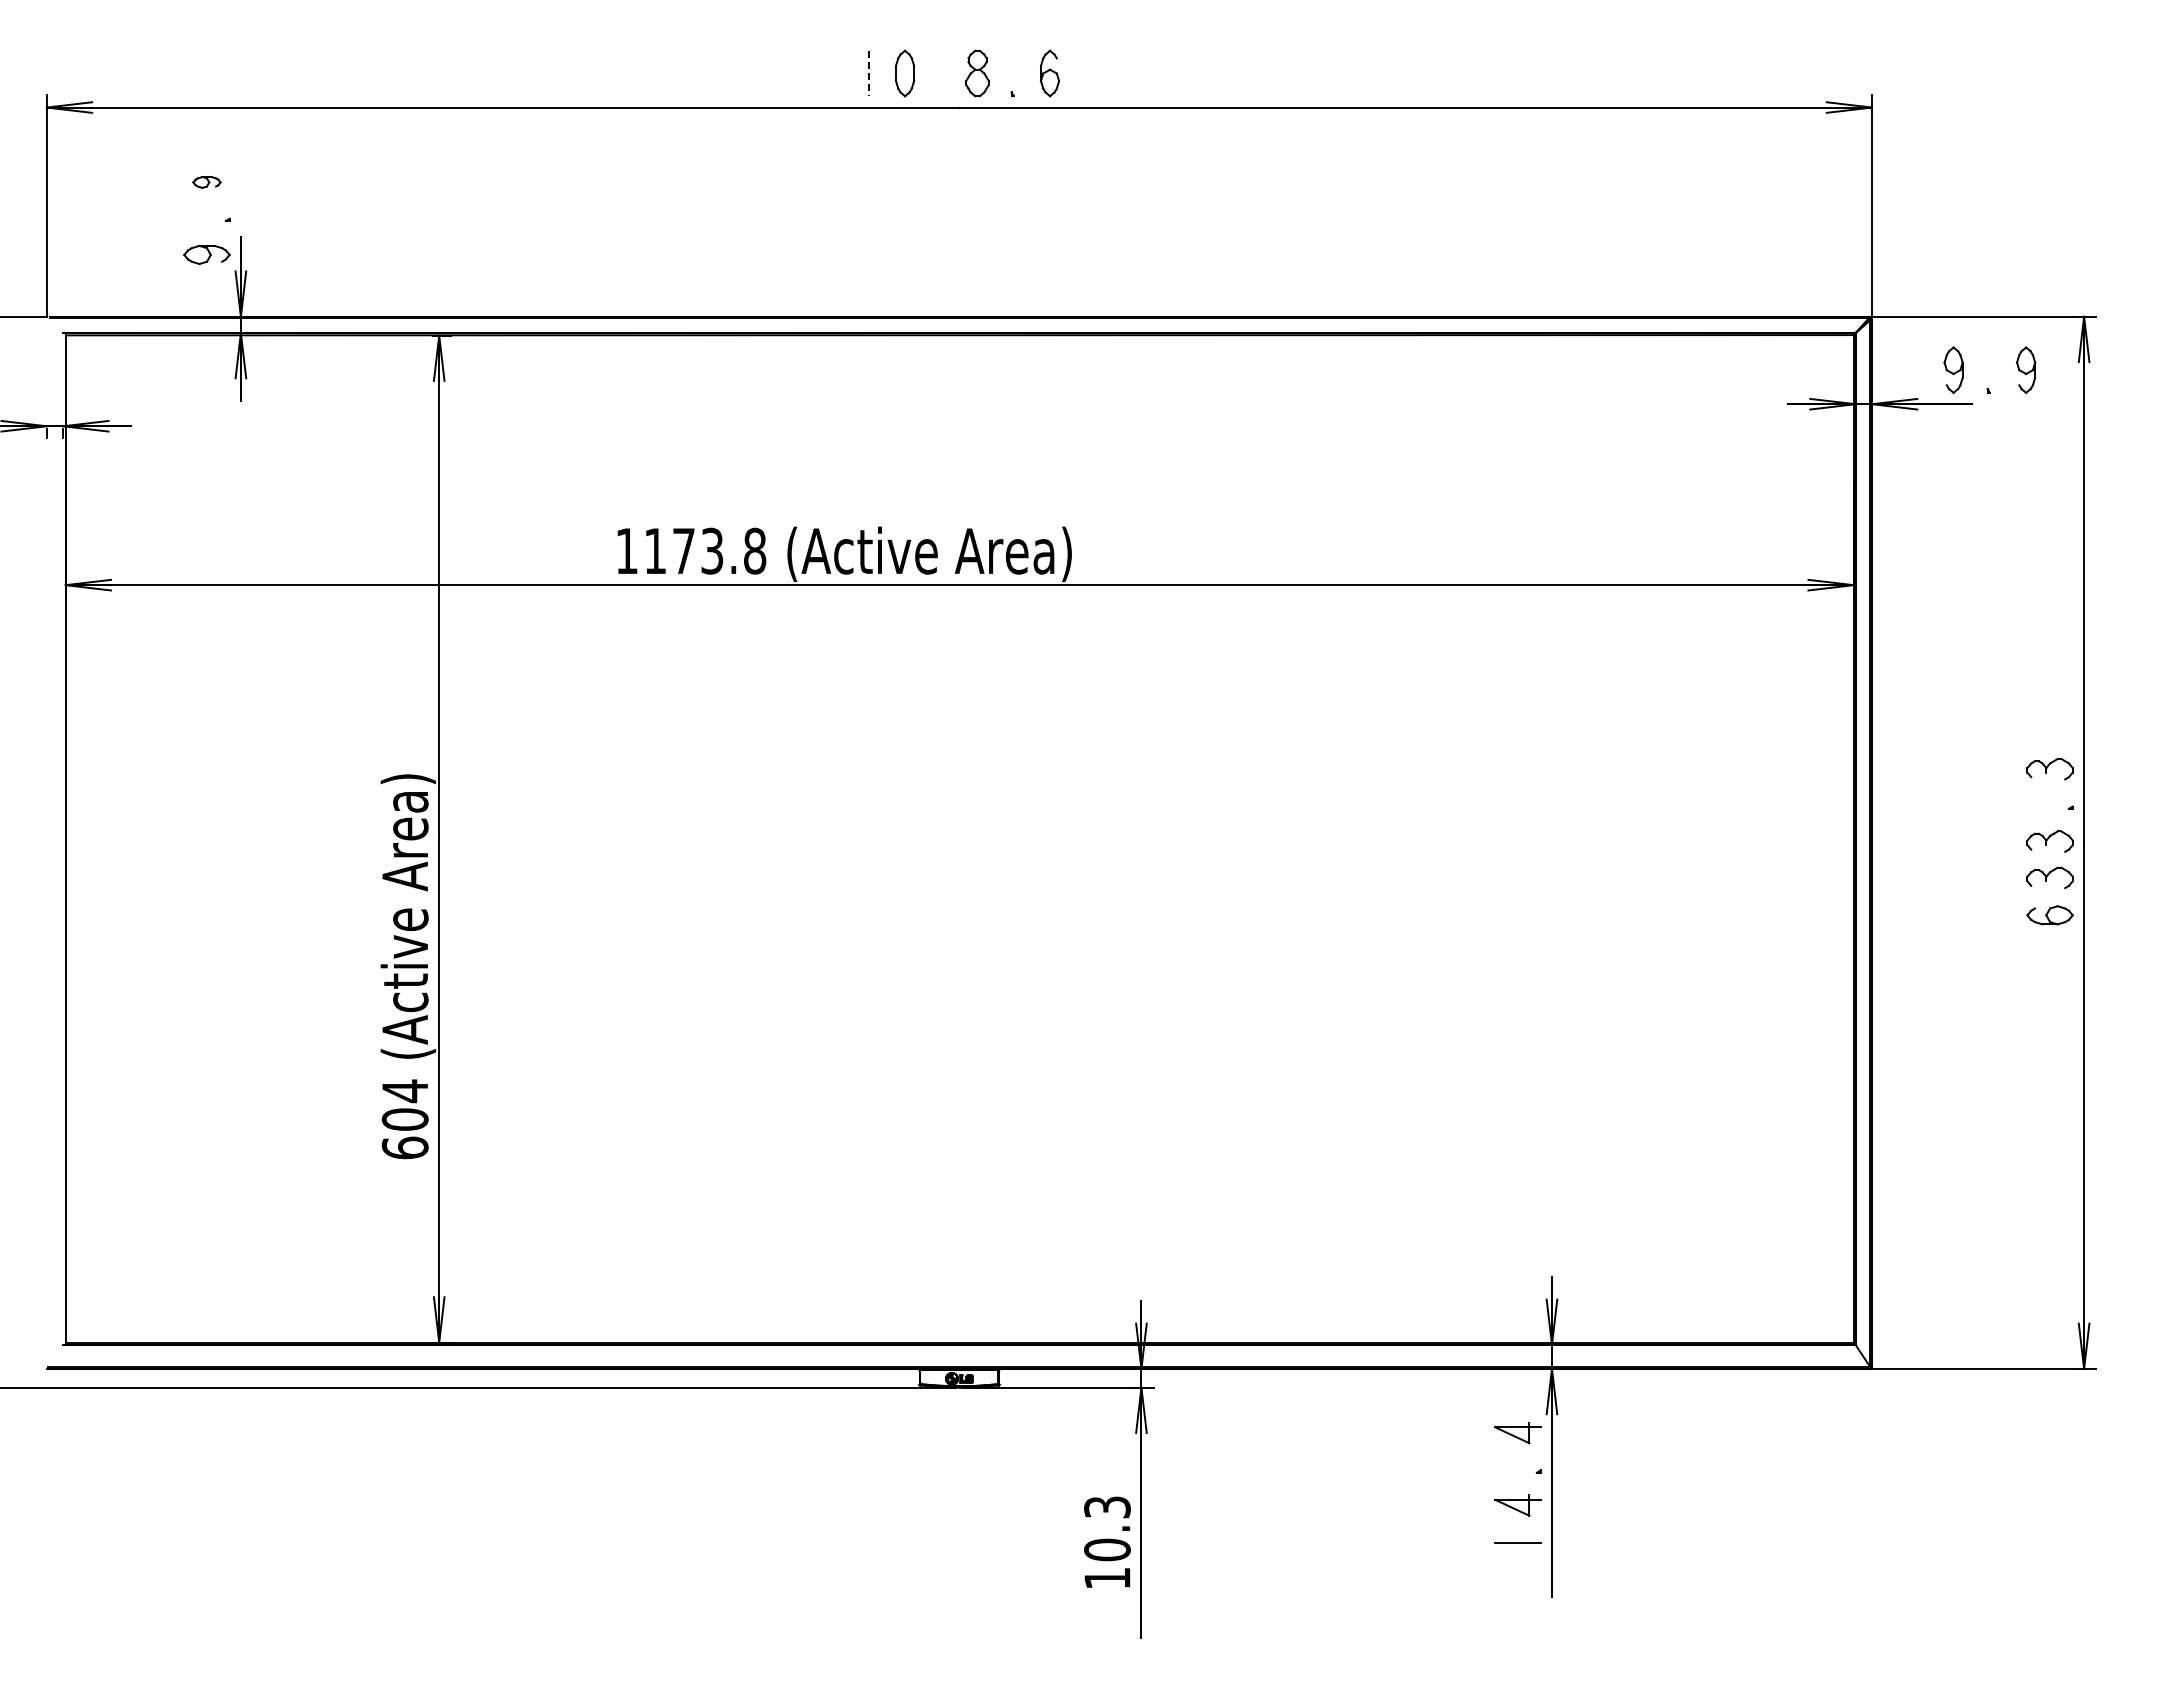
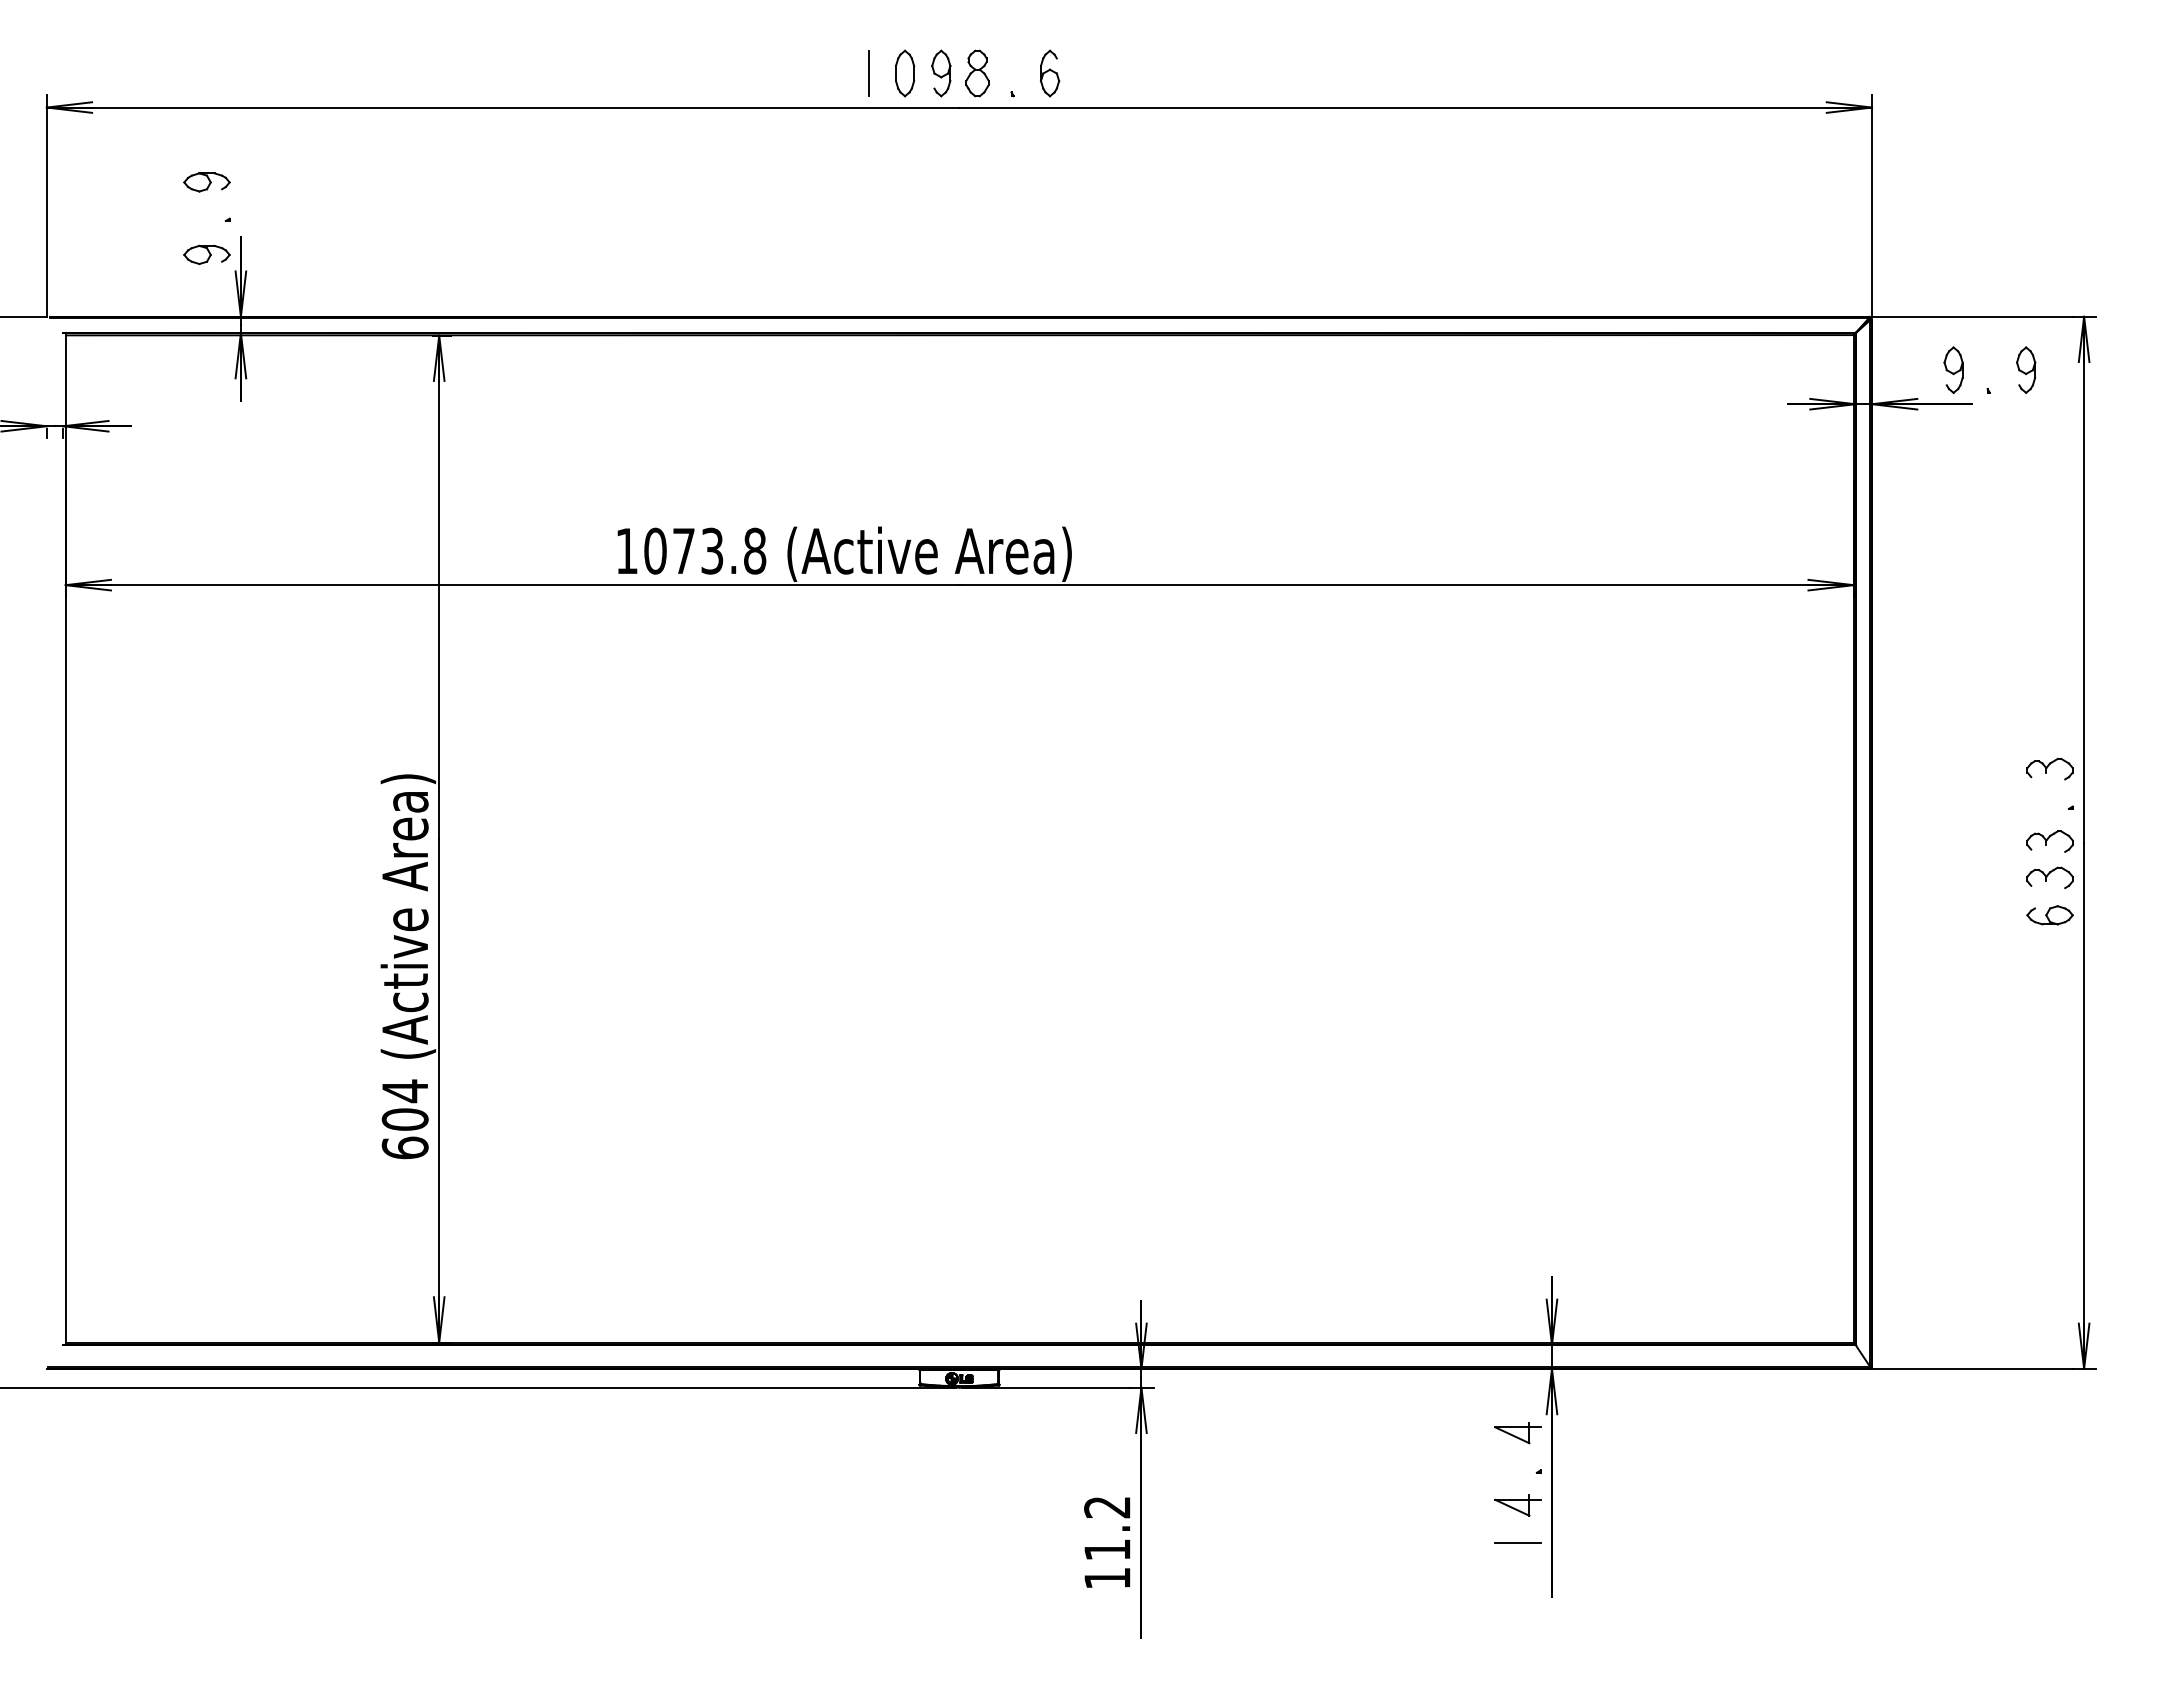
line at (868, 73): dashed -> solid
part at (941, 73): none -> present
part at (206, 182) size: 30x13 px -> 48x21 px
text at (655, 550): 1173.8 -> 1073.8
text at (1107, 1528): 10.3 -> 11.2
